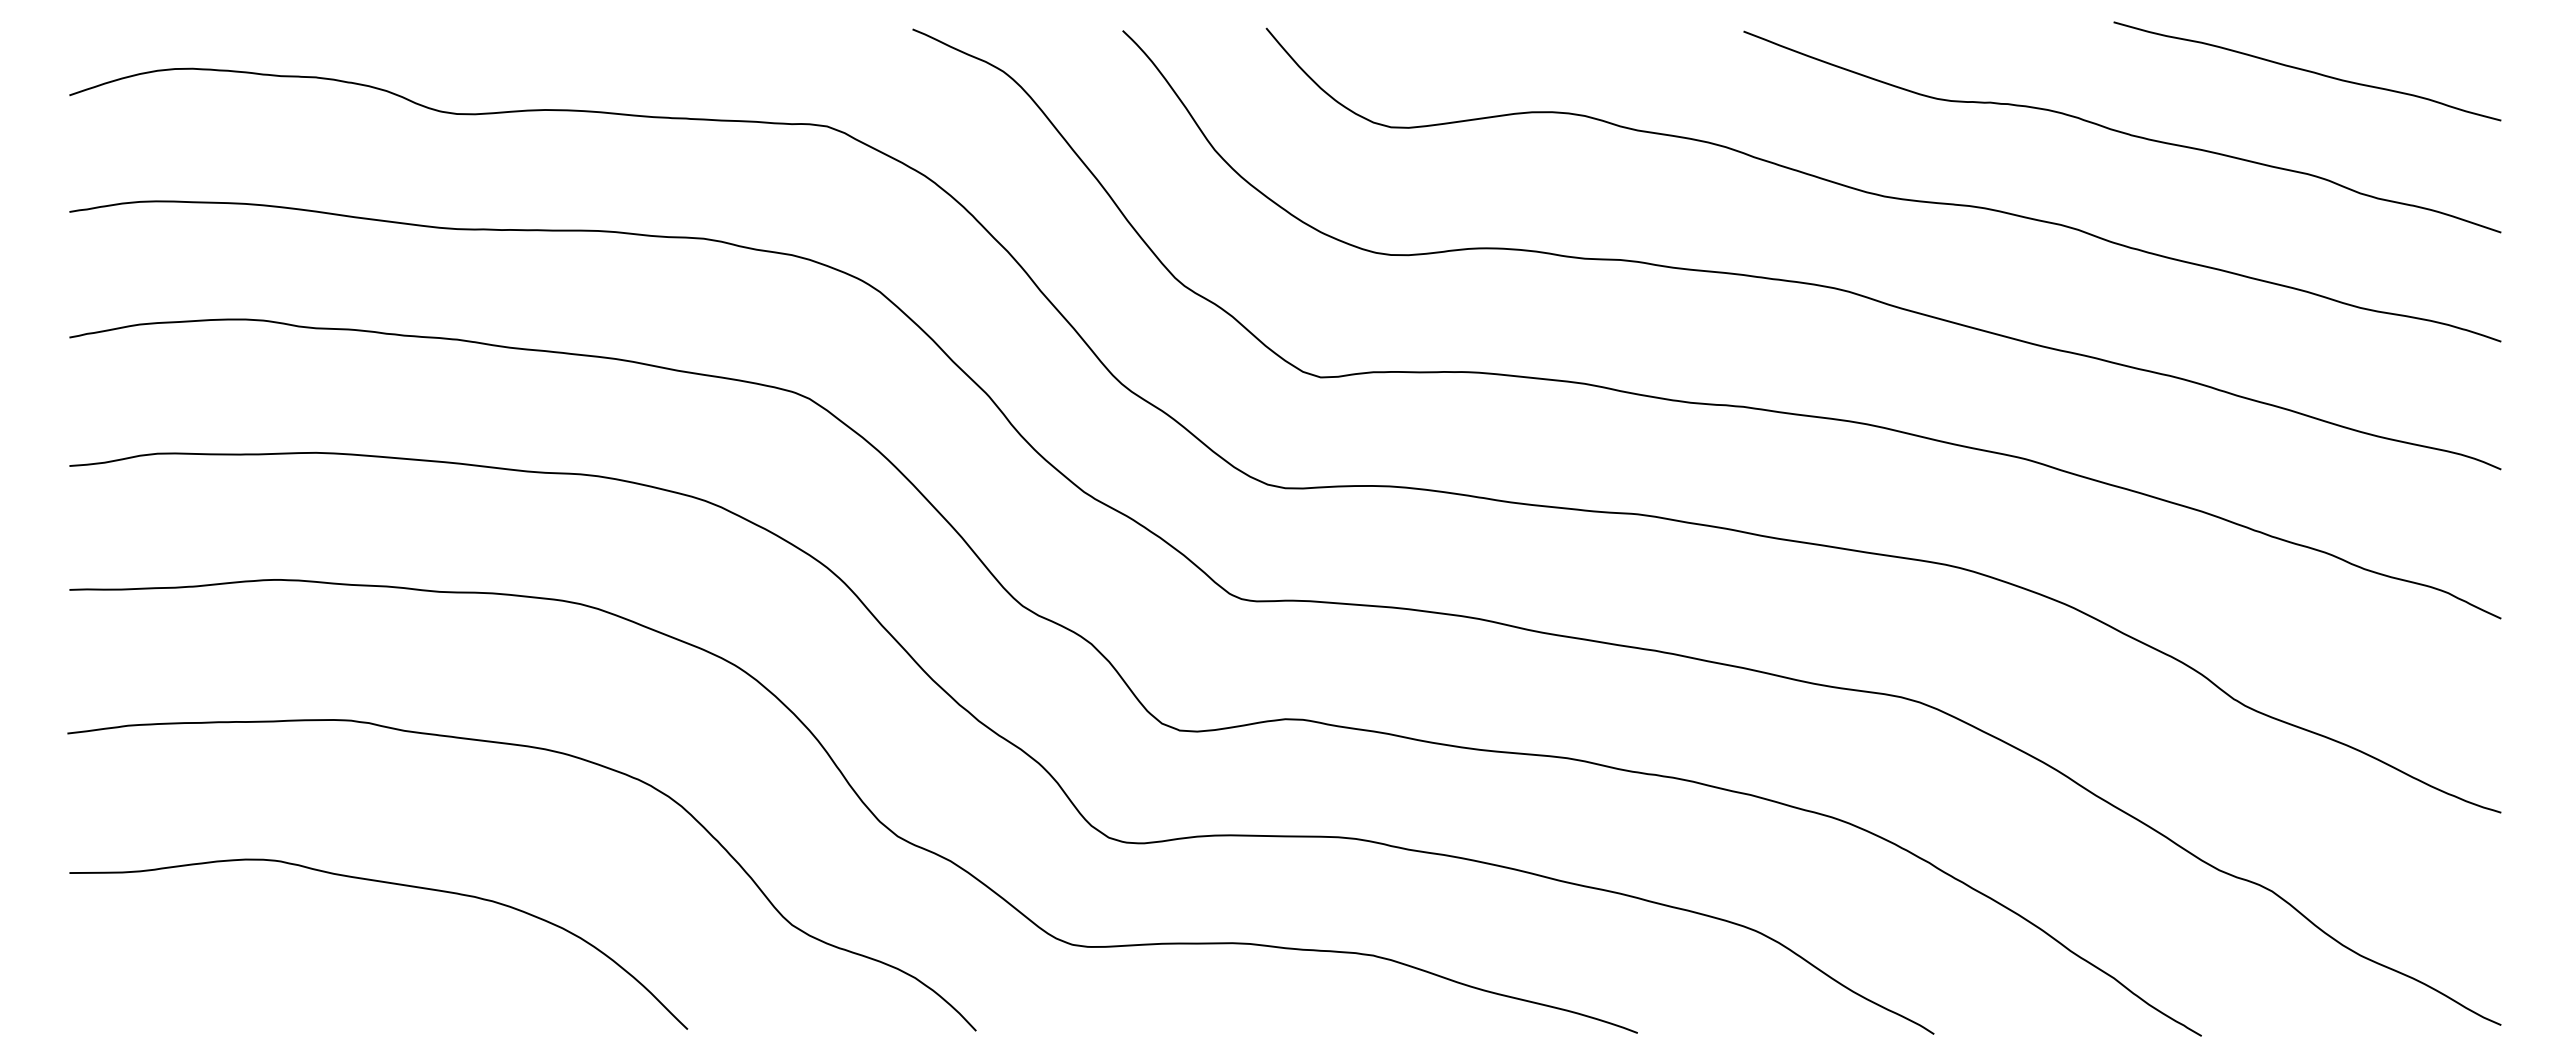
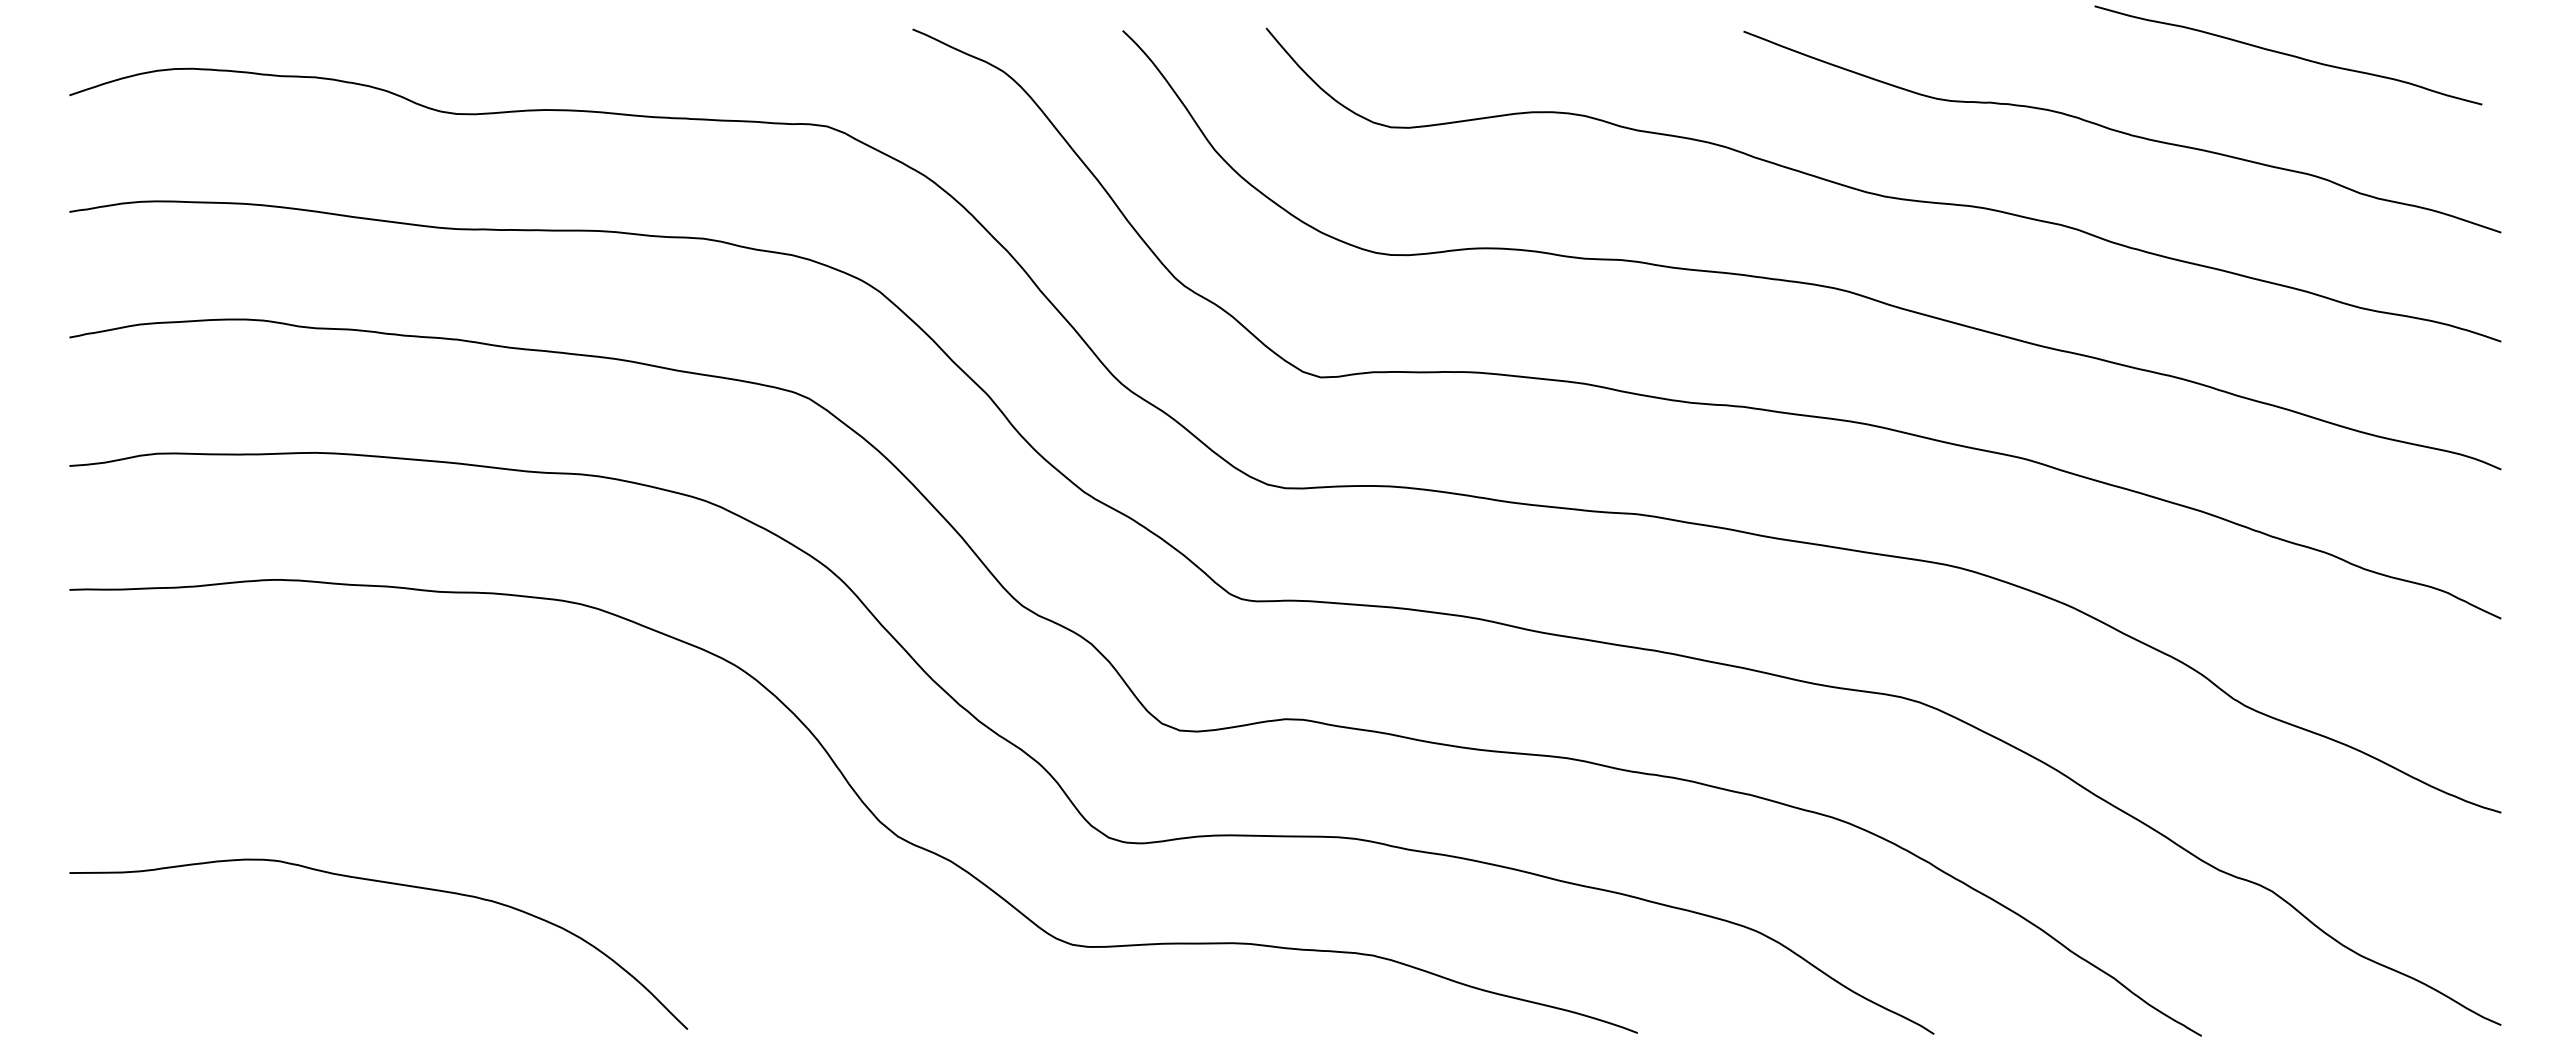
curve at (2307, 71) position: (2307, 71) -> (2288, 55)
curve at (553, 752): present -> none
